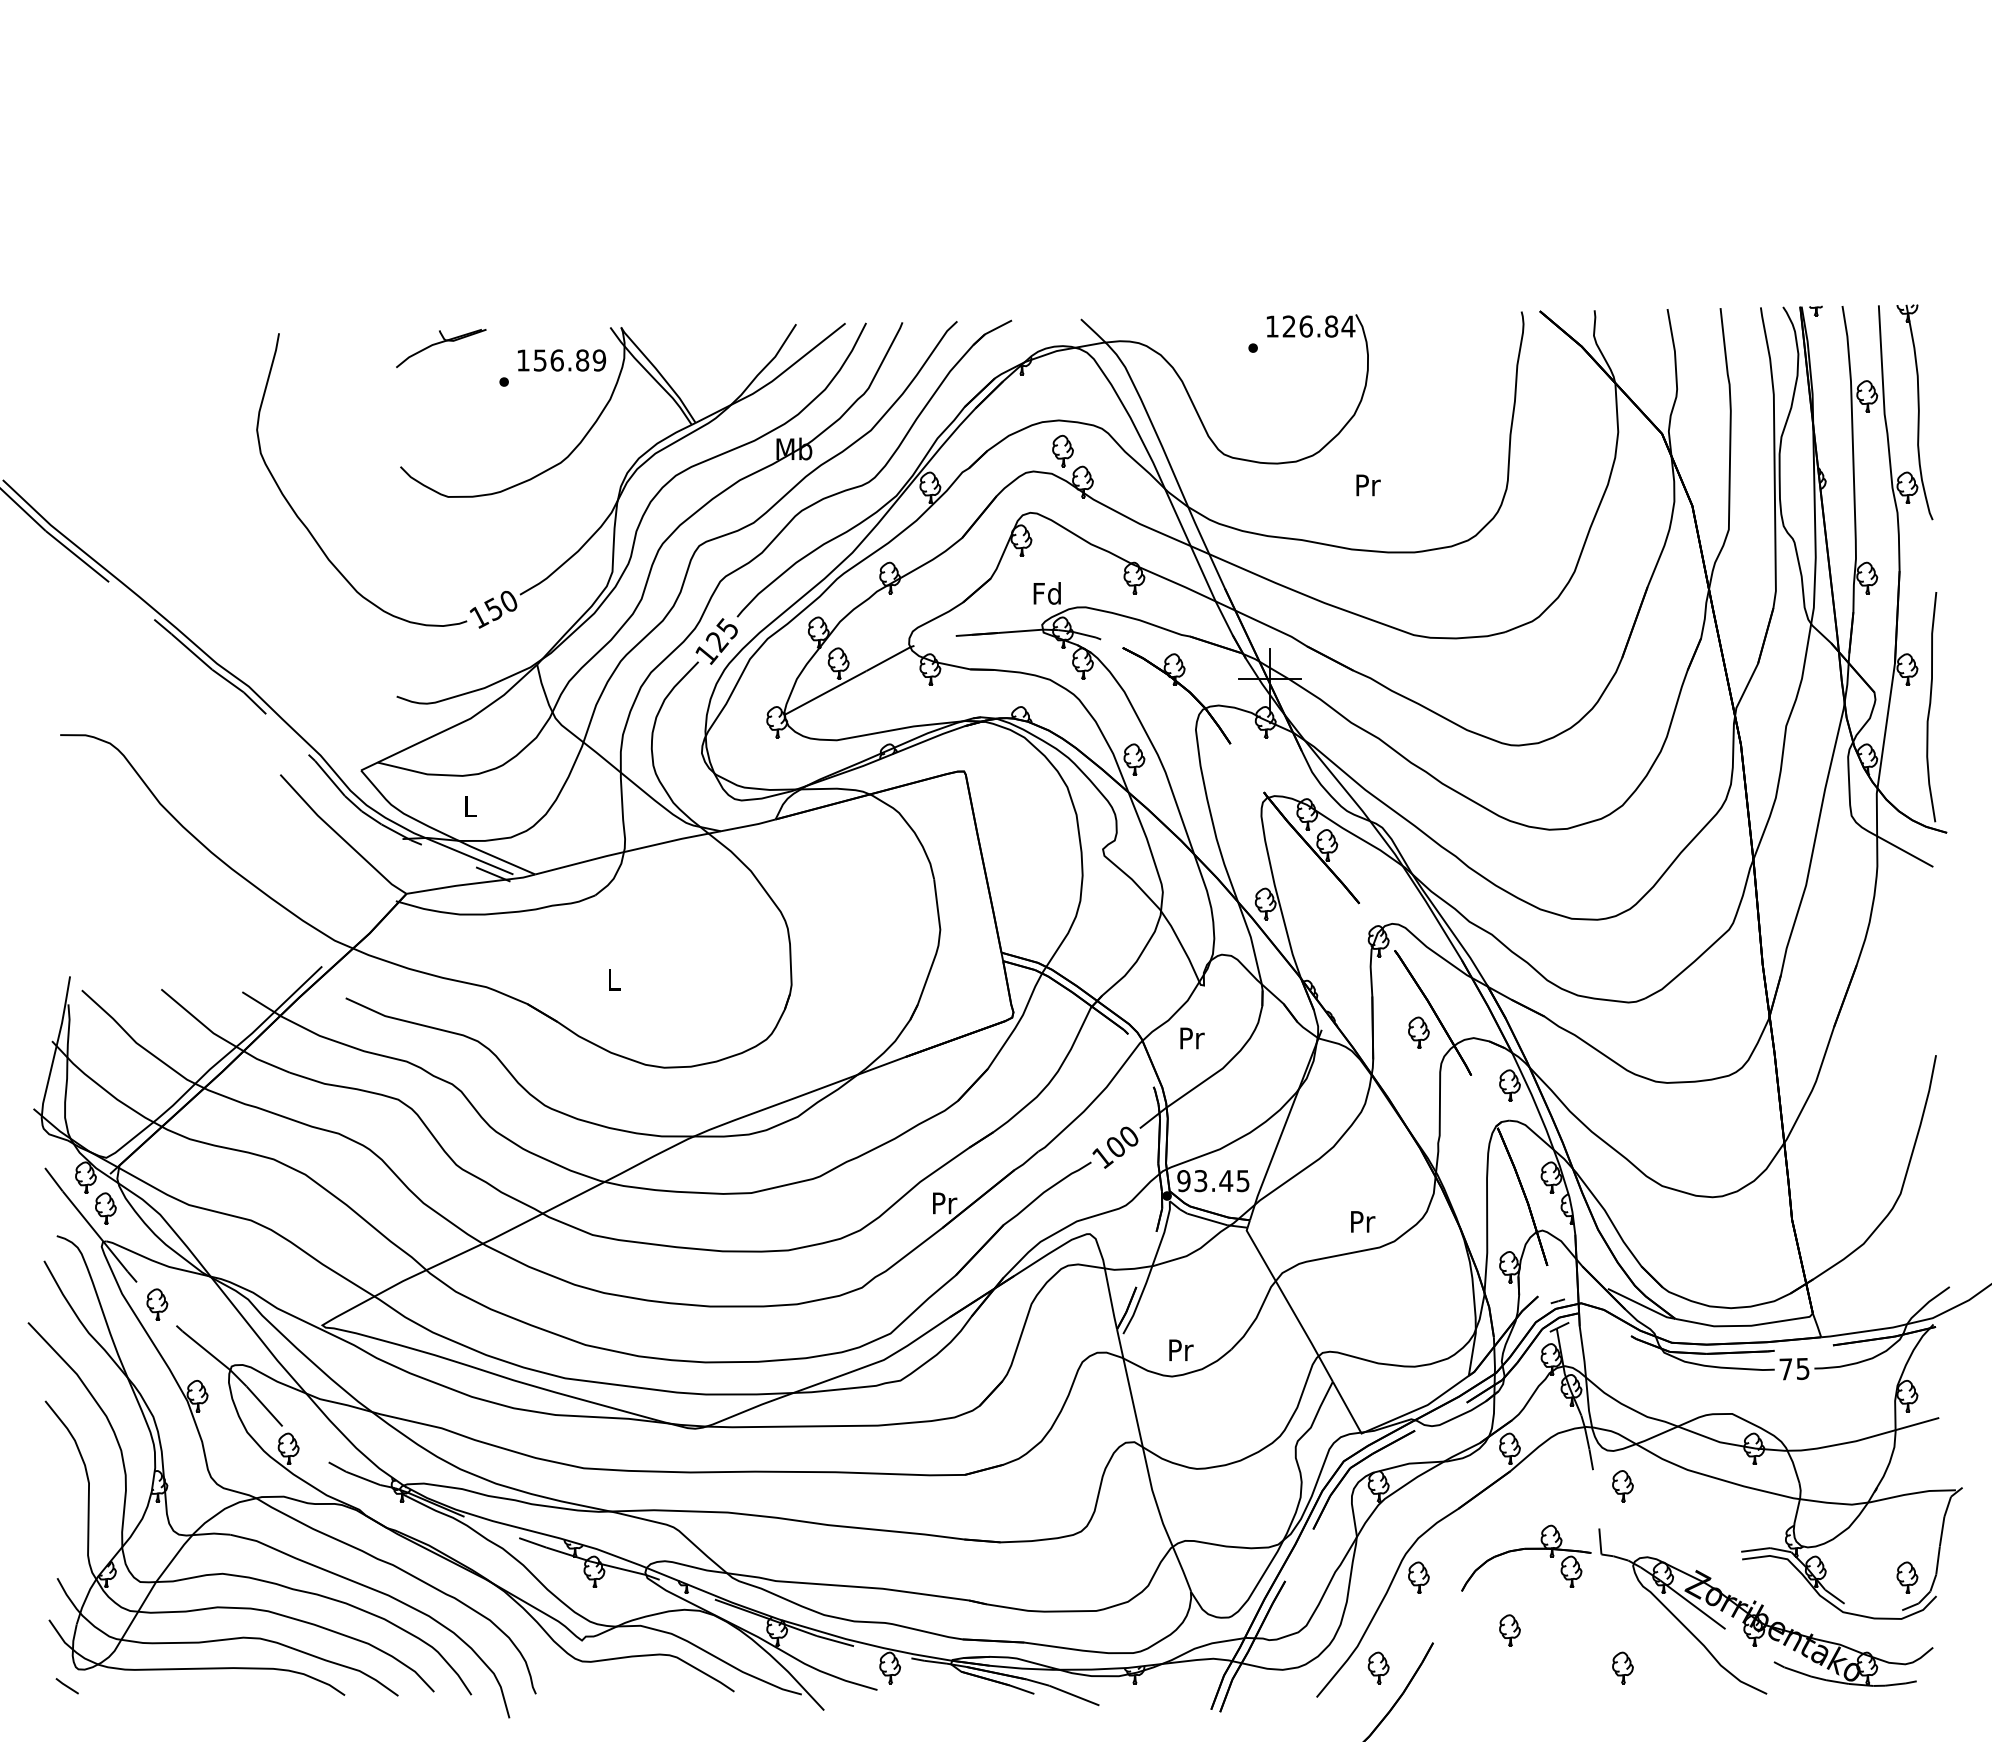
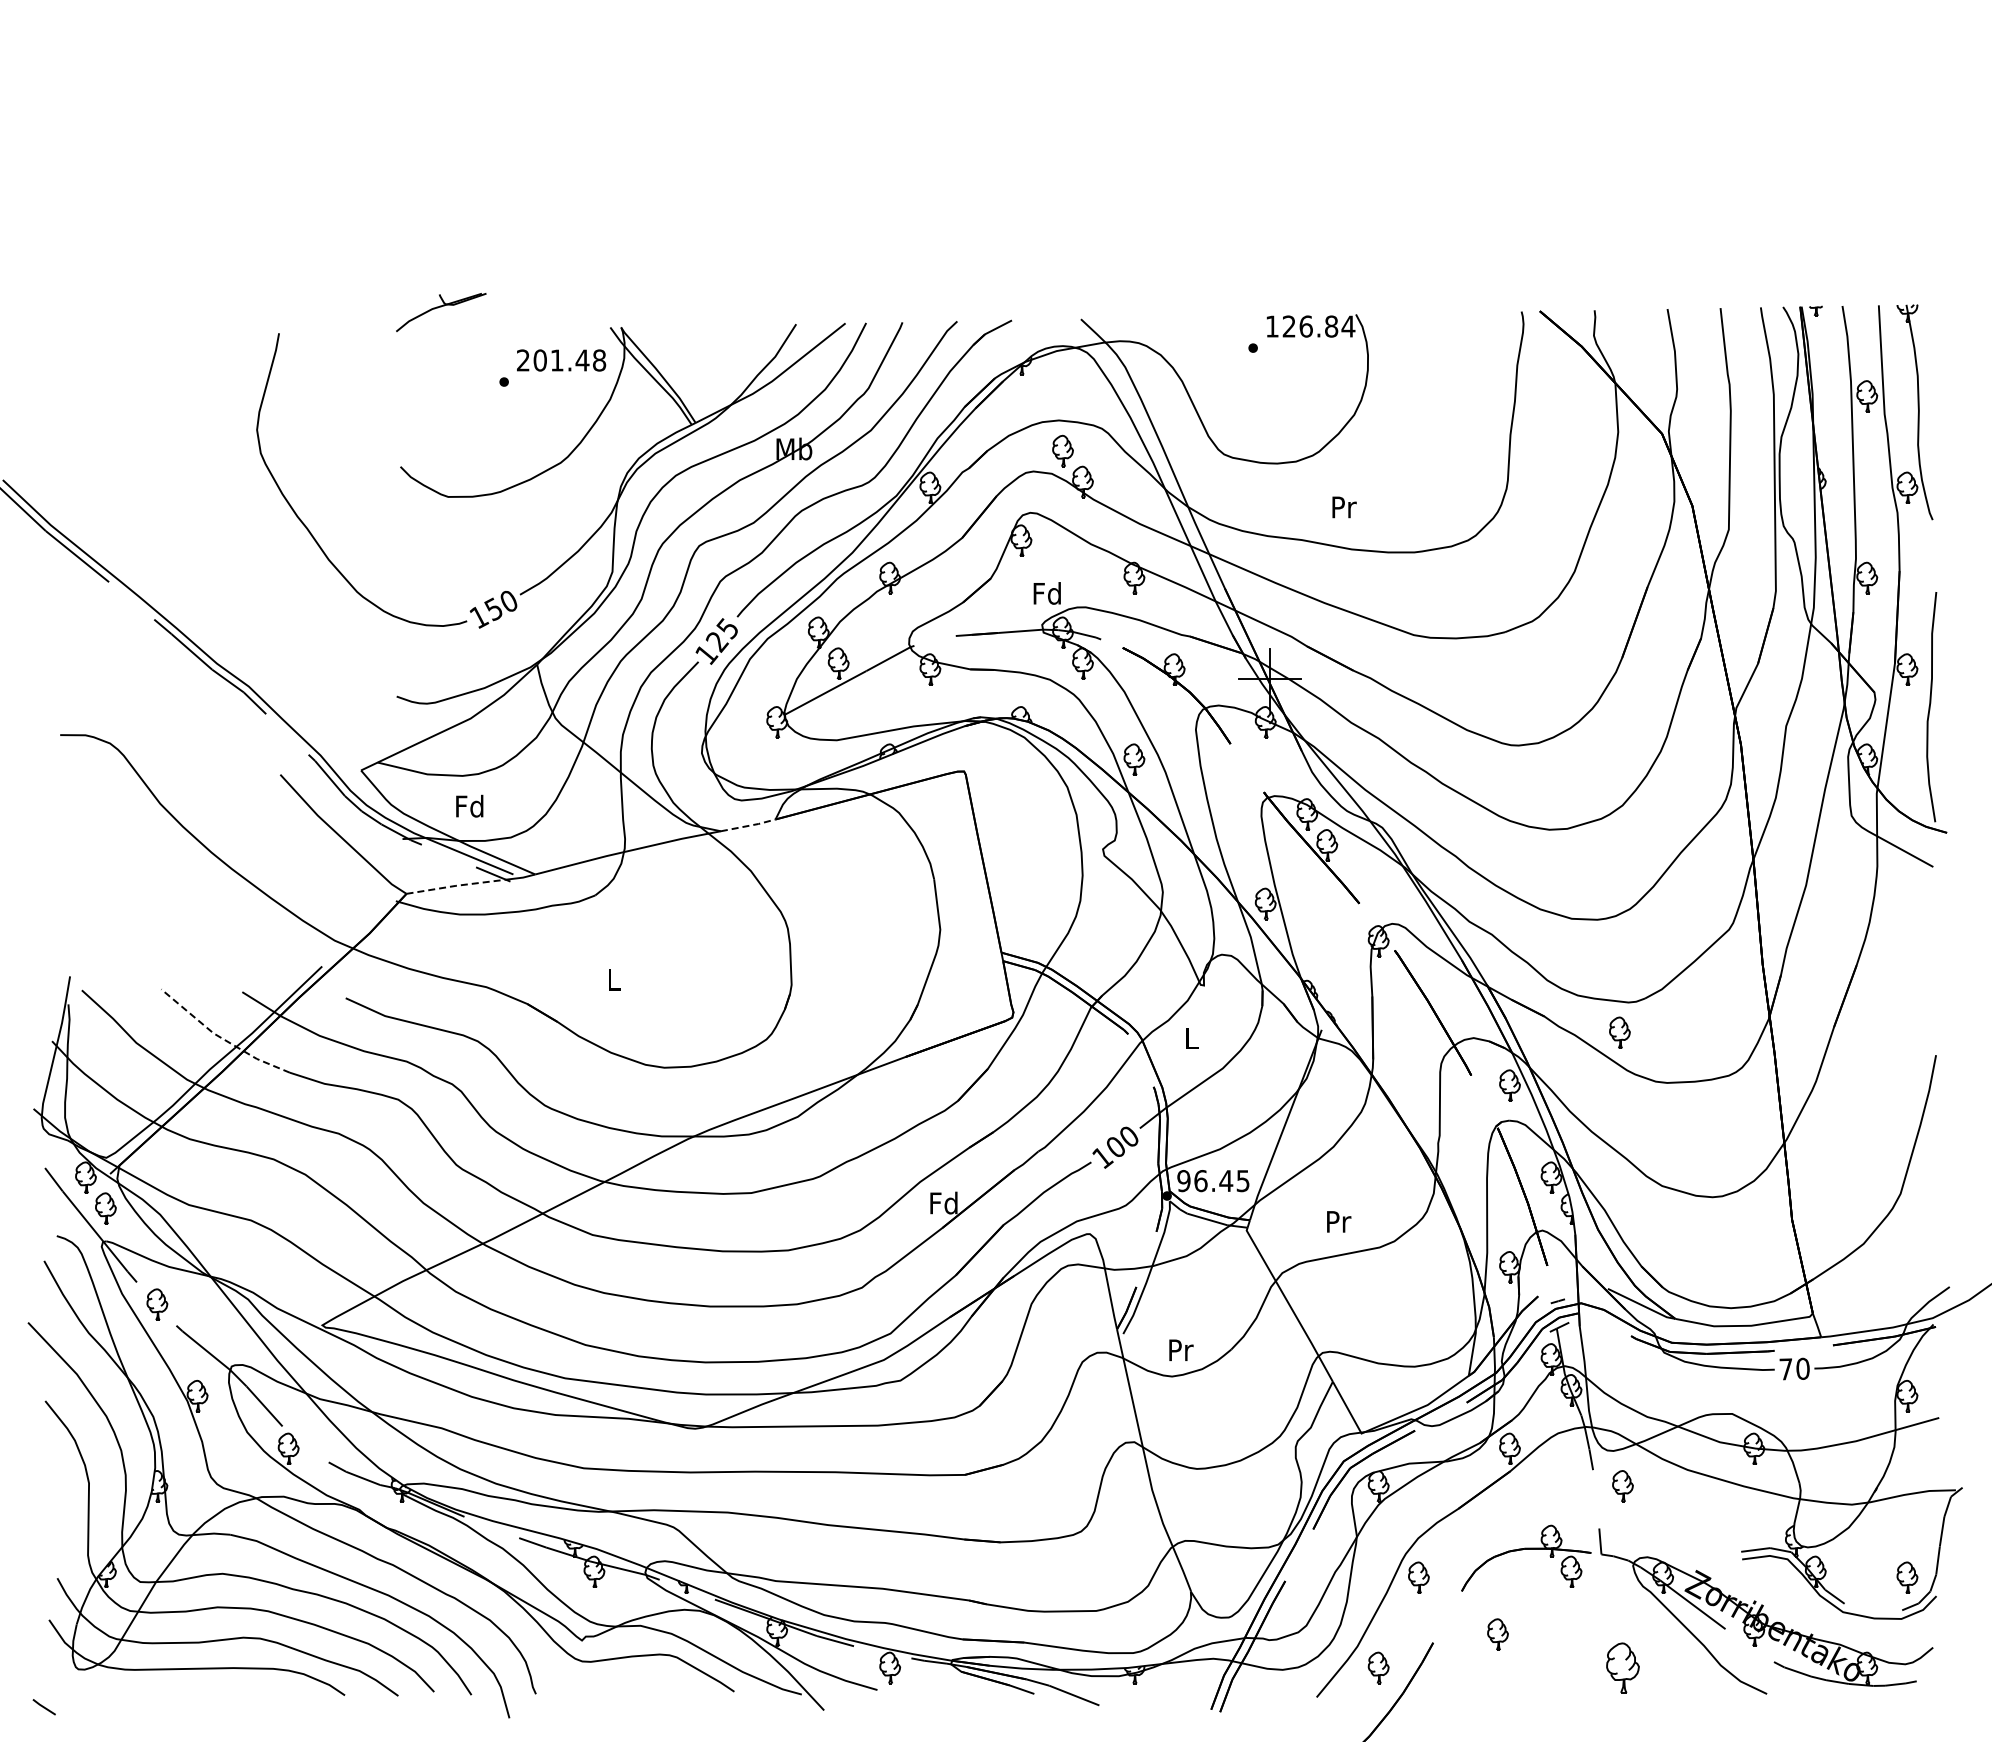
part at (441, 348) position: (441, 348) -> (441, 312)
text at (561, 360): 156.89 -> 201.48
text at (1368, 485) position: (1368, 485) -> (1344, 507)
text at (469, 805): L -> Fd
line at (748, 825): solid -> dashed
line at (455, 885): solid -> dashed
part at (1418, 1032) position: (1418, 1032) -> (1619, 1032)
line at (221, 1037): solid -> dashed
text at (1192, 1038): Pr -> L
text at (1200, 1181): 93.45 -> 96.45
text at (943, 1202): Pr -> Fd
text at (1363, 1221) position: (1363, 1221) -> (1339, 1221)
text at (1802, 1368): 75 -> 70
part at (1509, 1630) position: (1509, 1630) -> (1497, 1634)
part at (1622, 1667) size: 22x34 px -> 34x52 px
line at (66, 1686) position: (66, 1686) -> (43, 1707)
